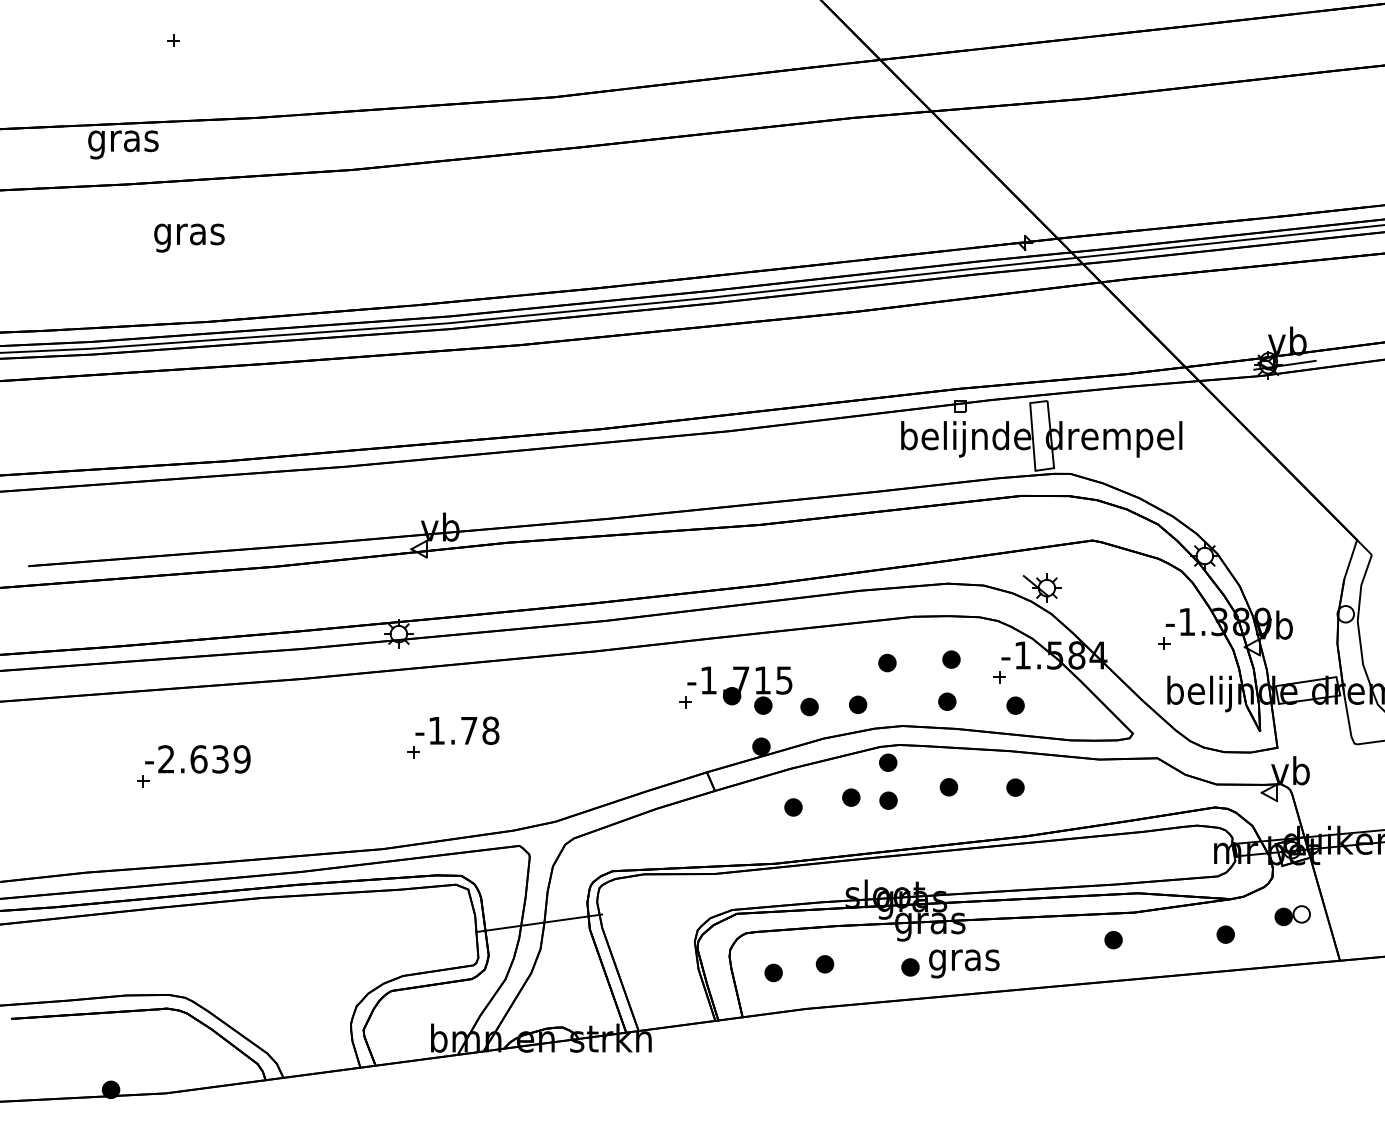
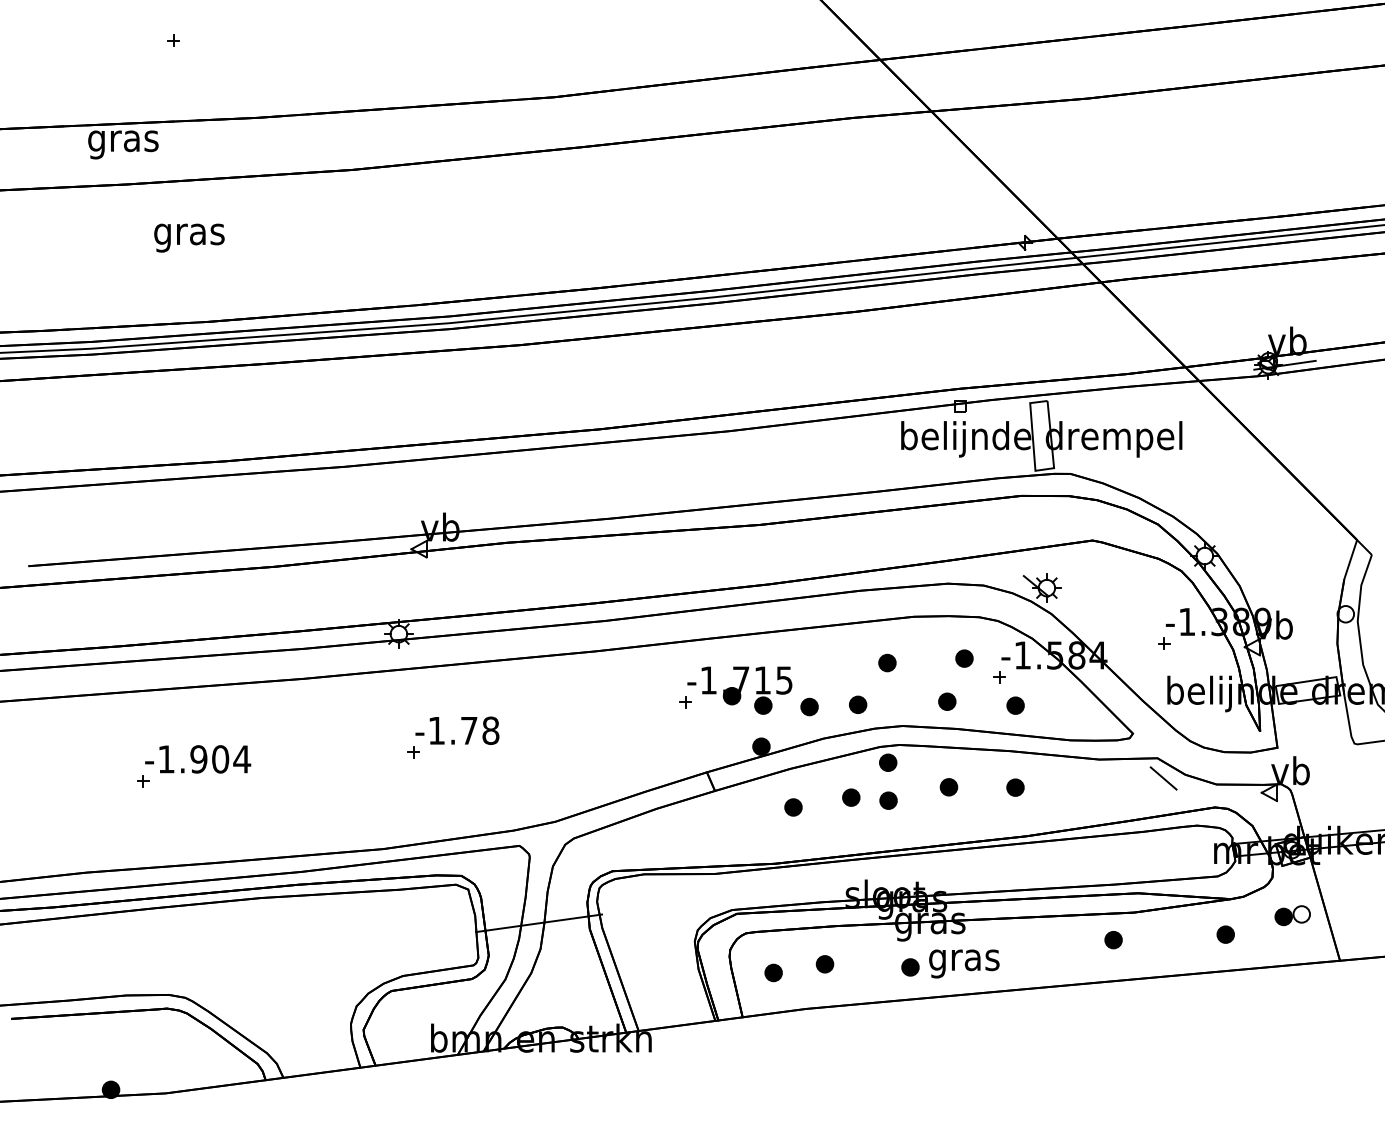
part at (951, 659) position: (951, 659) -> (964, 658)
text at (204, 759): -2.639 -> -1.904
line at (1163, 778): none -> present
